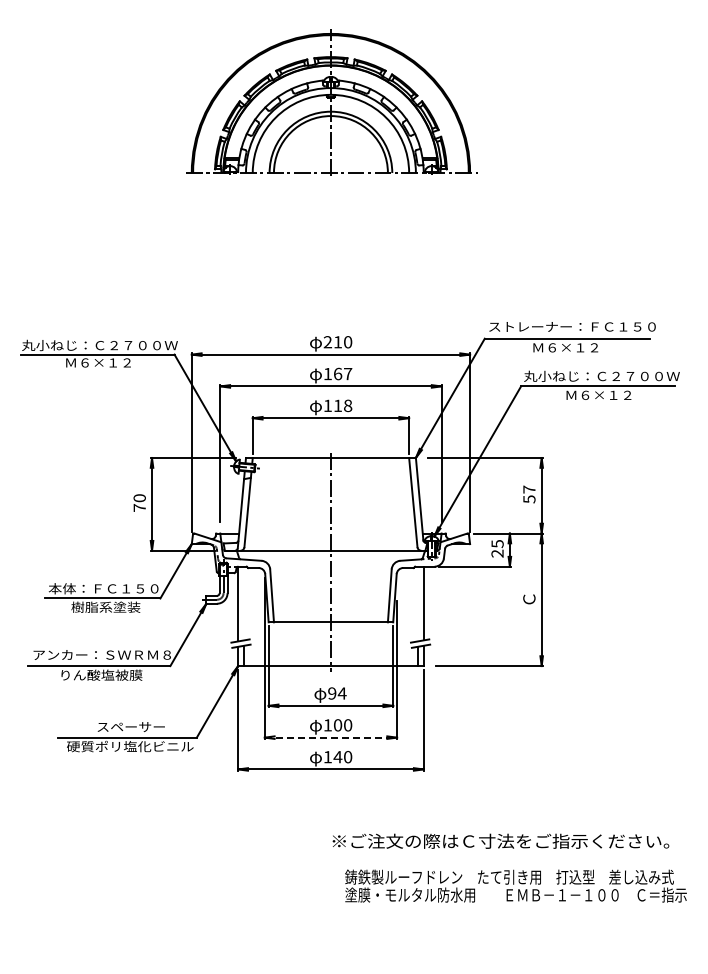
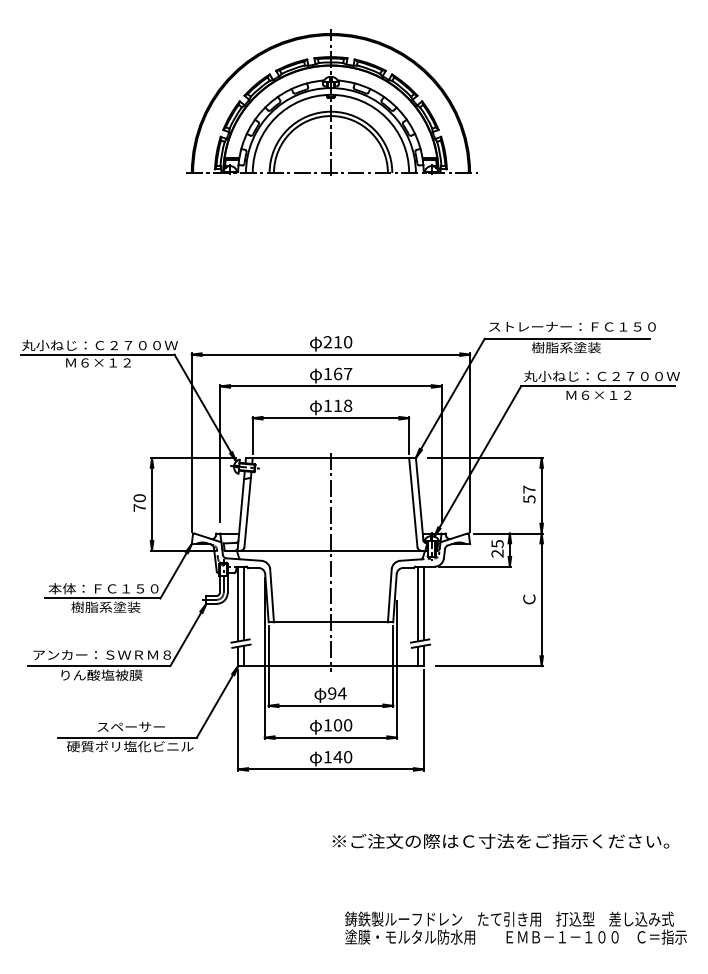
text at (565, 347): Ｍ６×１２ -> 樹脂系塗装
line at (244, 603): none -> present
line at (417, 603): none -> present
line at (331, 737): dashed -> solid
text at (515, 885) position: (515, 885) -> (515, 927)
